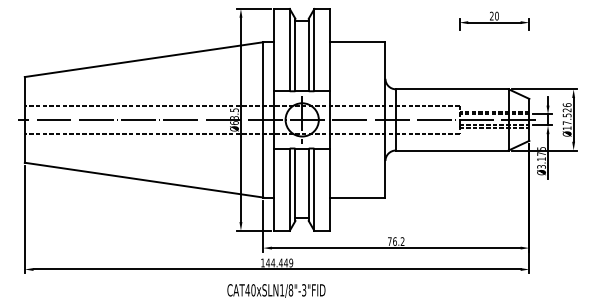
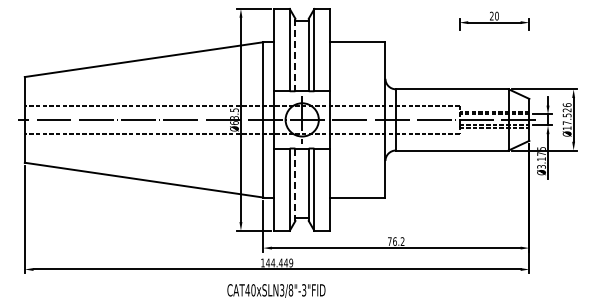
line at (295, 55): solid -> dashed
line at (295, 185): solid -> dashed
text at (282, 290): CAT40xSLN1/8"-3"FID -> CAT40xSLN3/8"-3"FID
